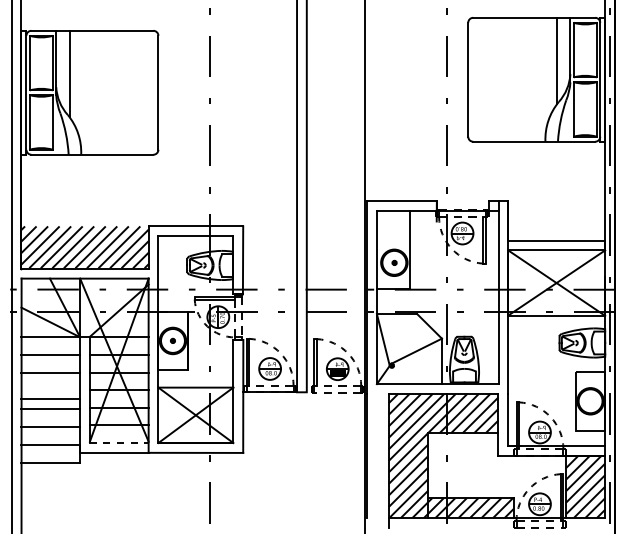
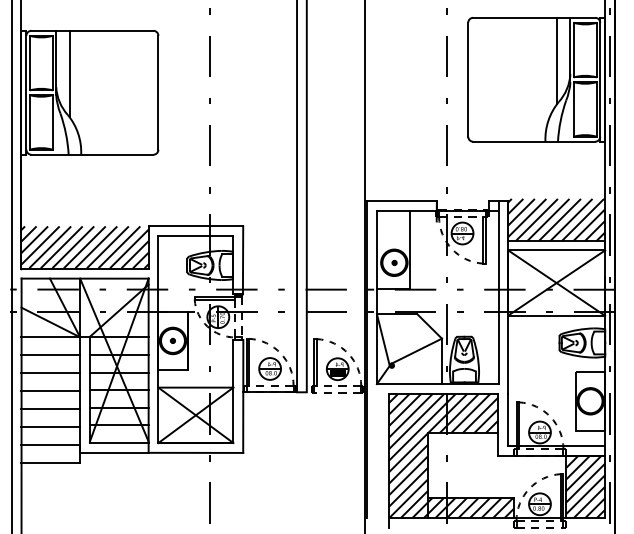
hatch at (556, 219): none -> present
line at (50, 399) position: (50, 399) -> (50, 391)
line at (119, 443): dashed -> solid
